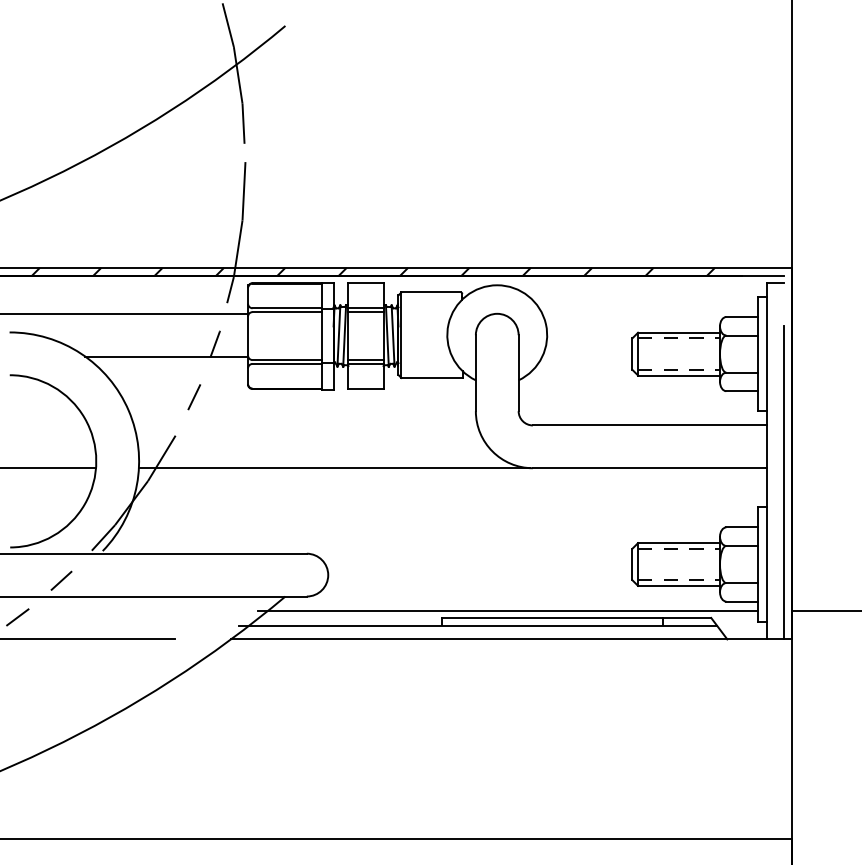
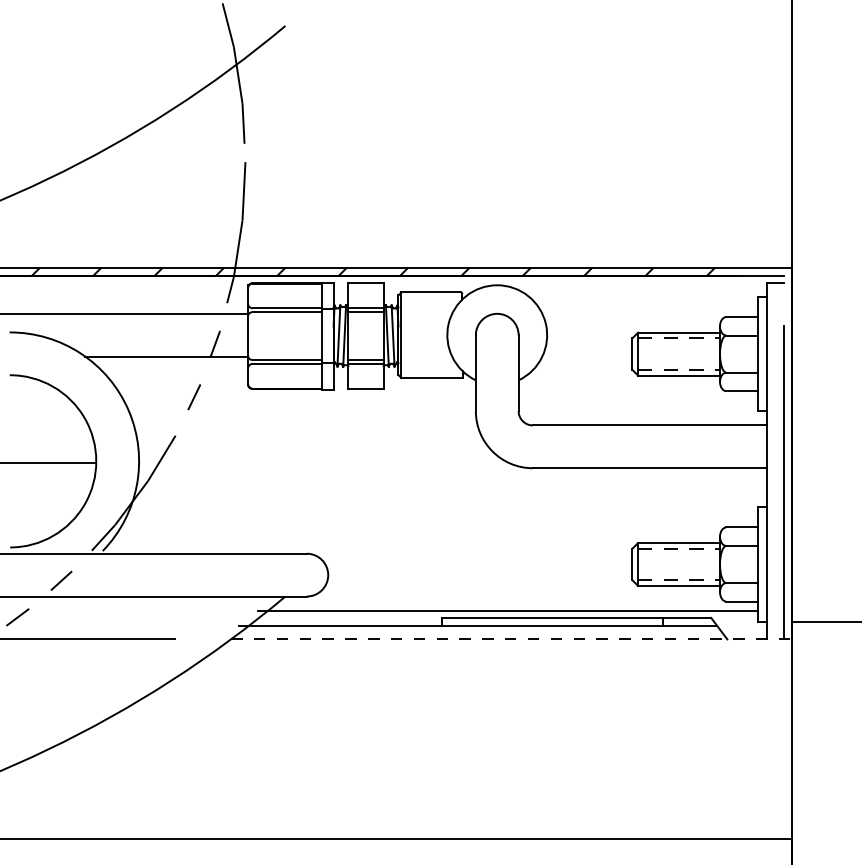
line at (49, 468) position: (49, 468) -> (49, 463)
line at (333, 468): present -> none
line at (824, 610) position: (824, 610) -> (824, 621)
line at (511, 639): solid -> dashed
